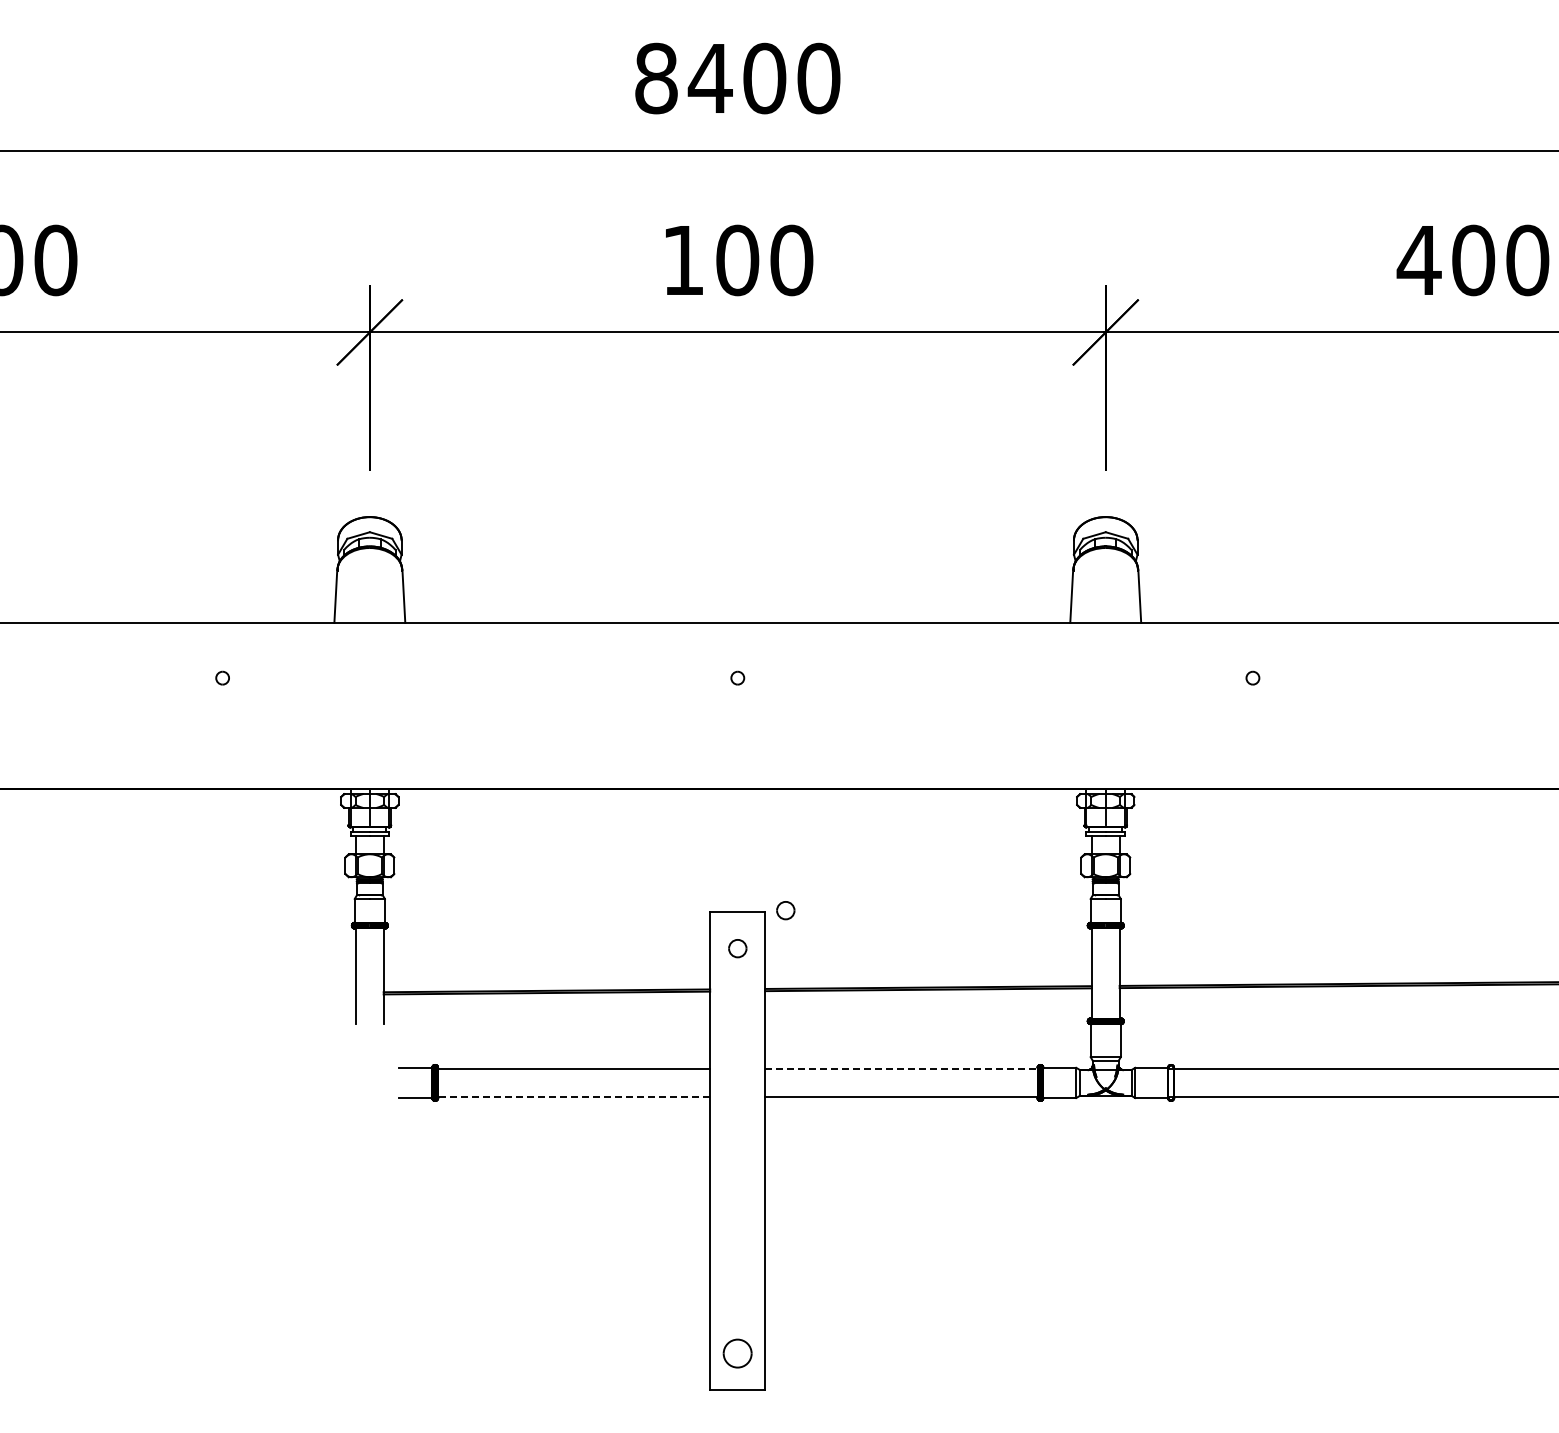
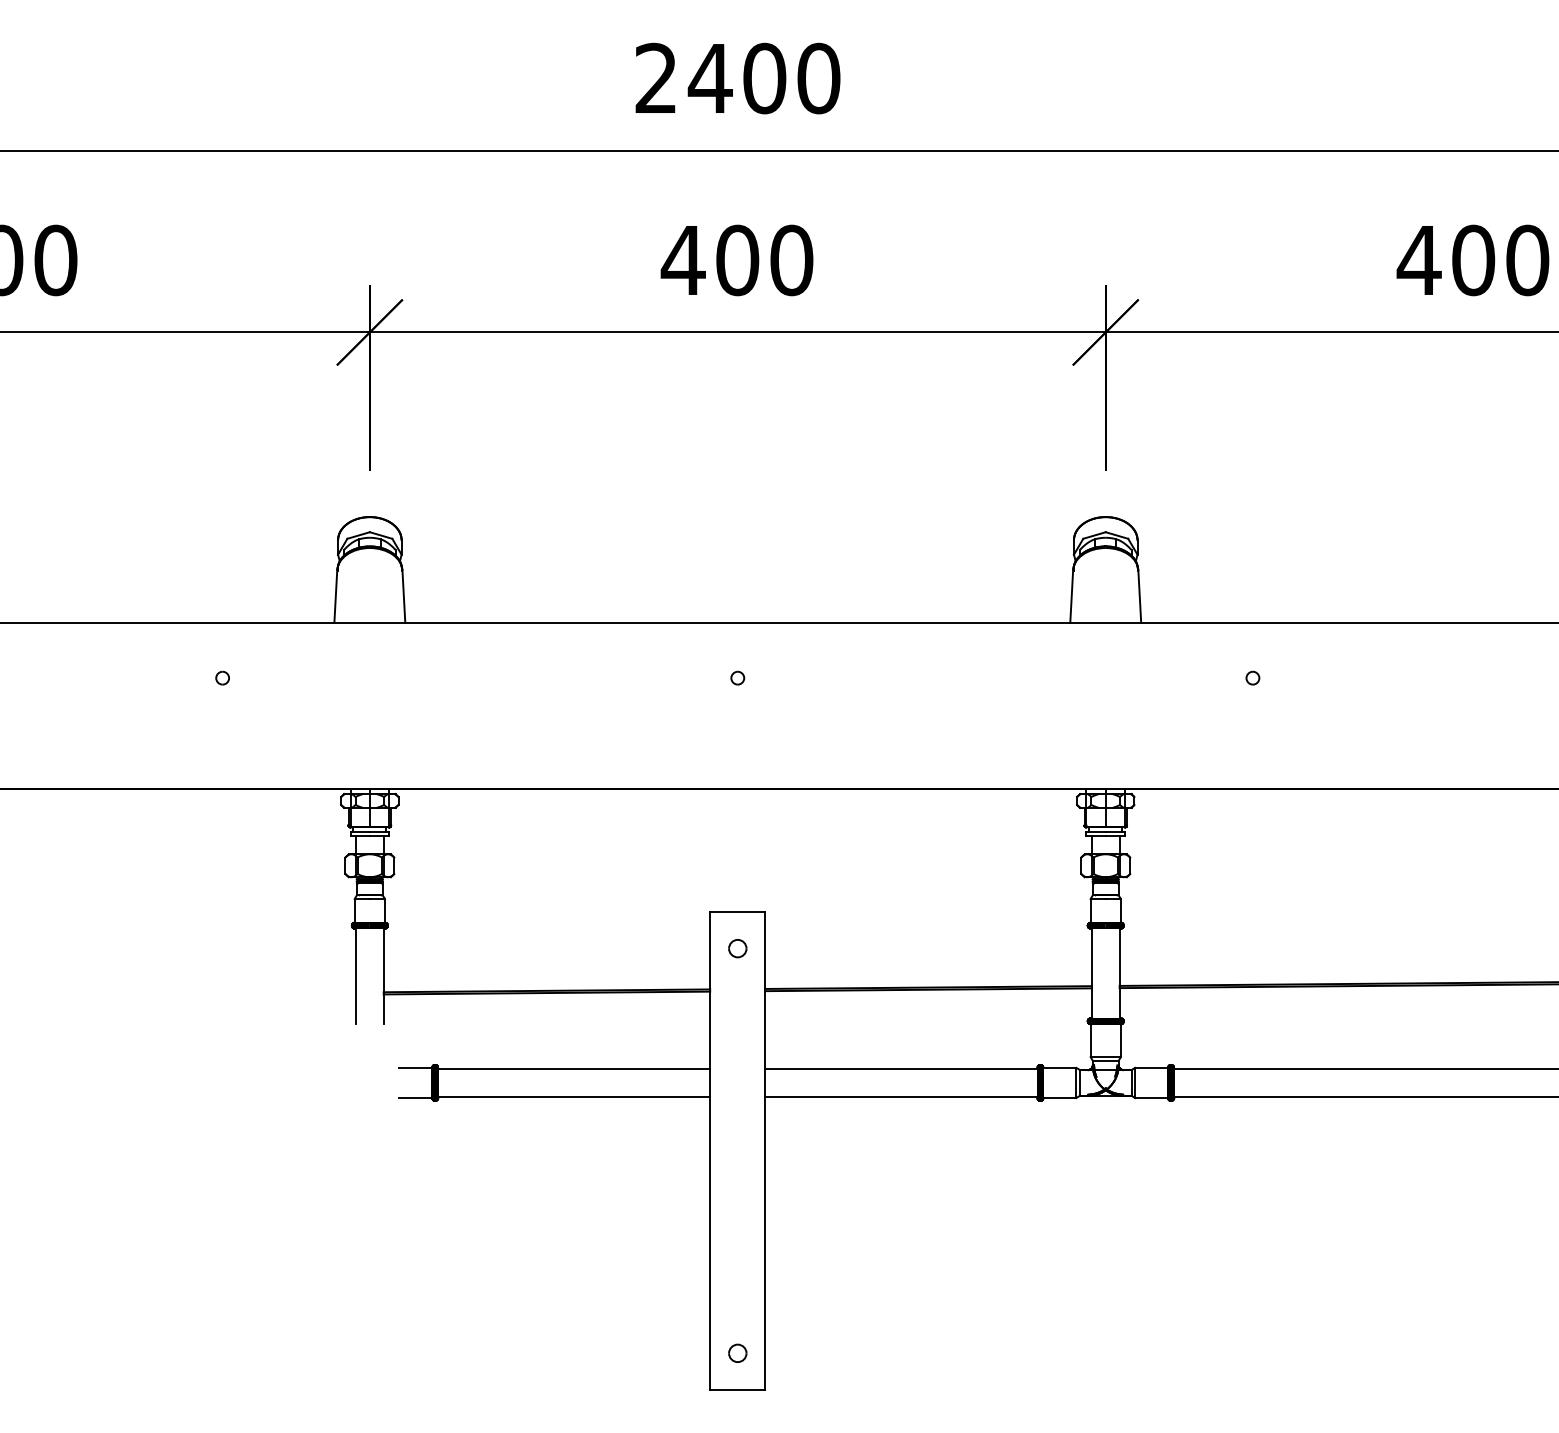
text at (656, 78): 8400 -> 2400
text at (682, 260): 100 -> 400
part at (785, 910): present -> none
line at (904, 1069): dashed -> solid
fill at (1170, 1082): none -> present
line at (571, 1096): dashed -> solid
part at (737, 1353) size: 31x31 px -> 20x20 px
